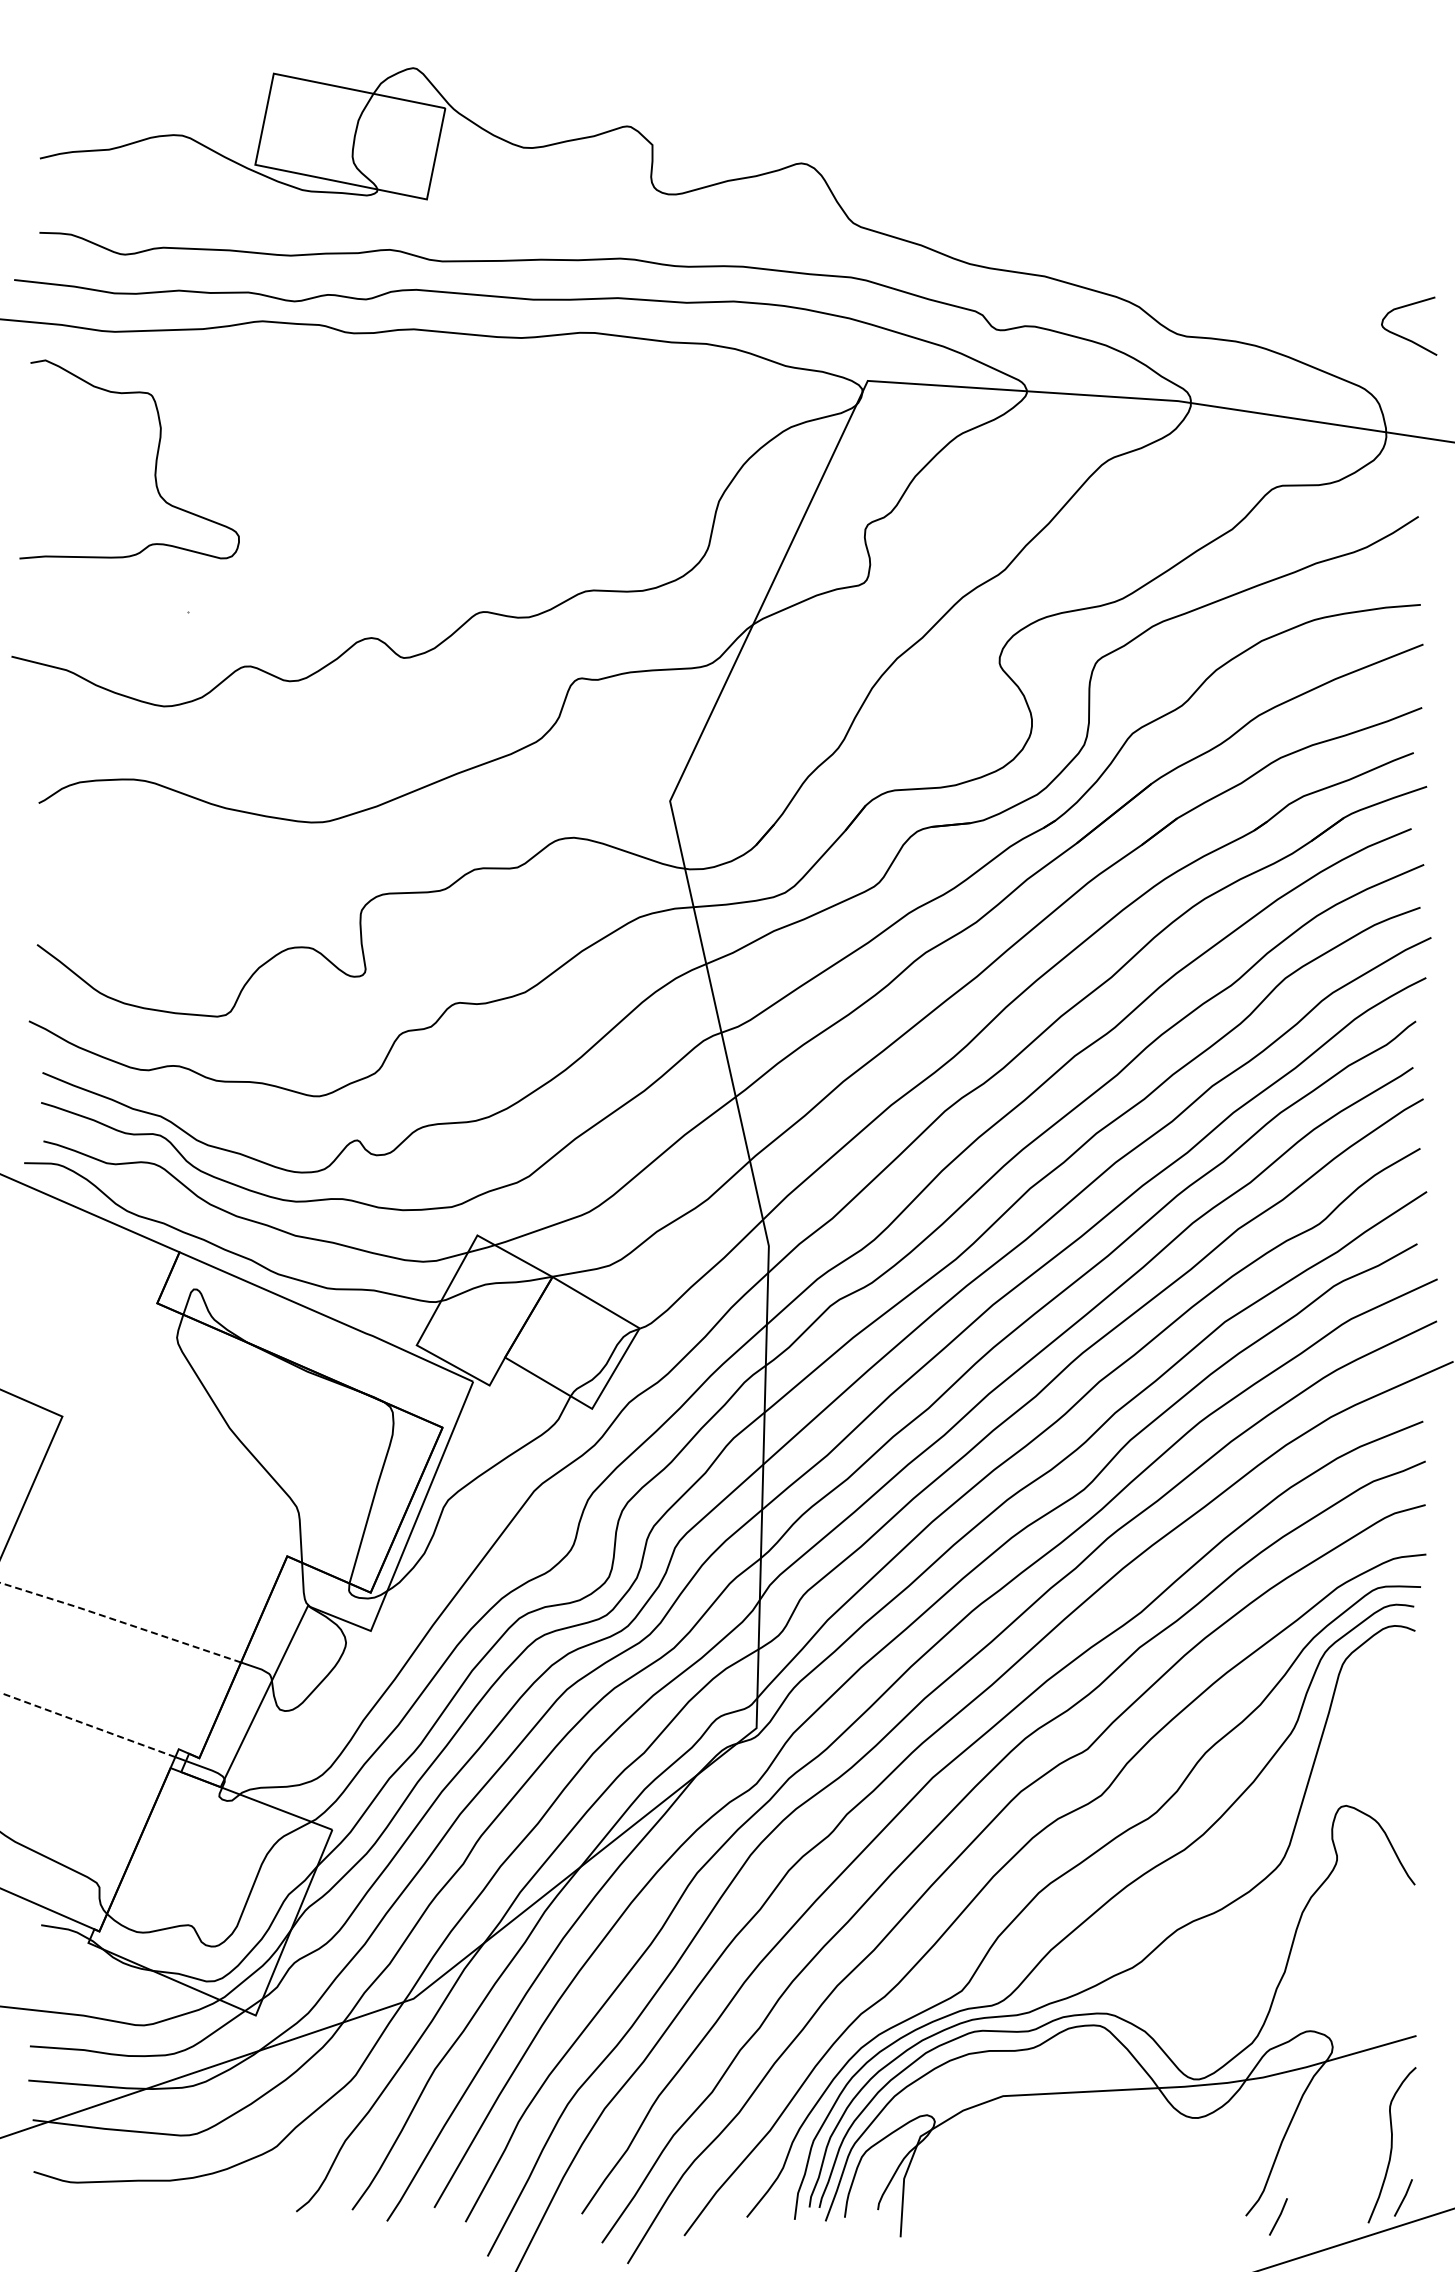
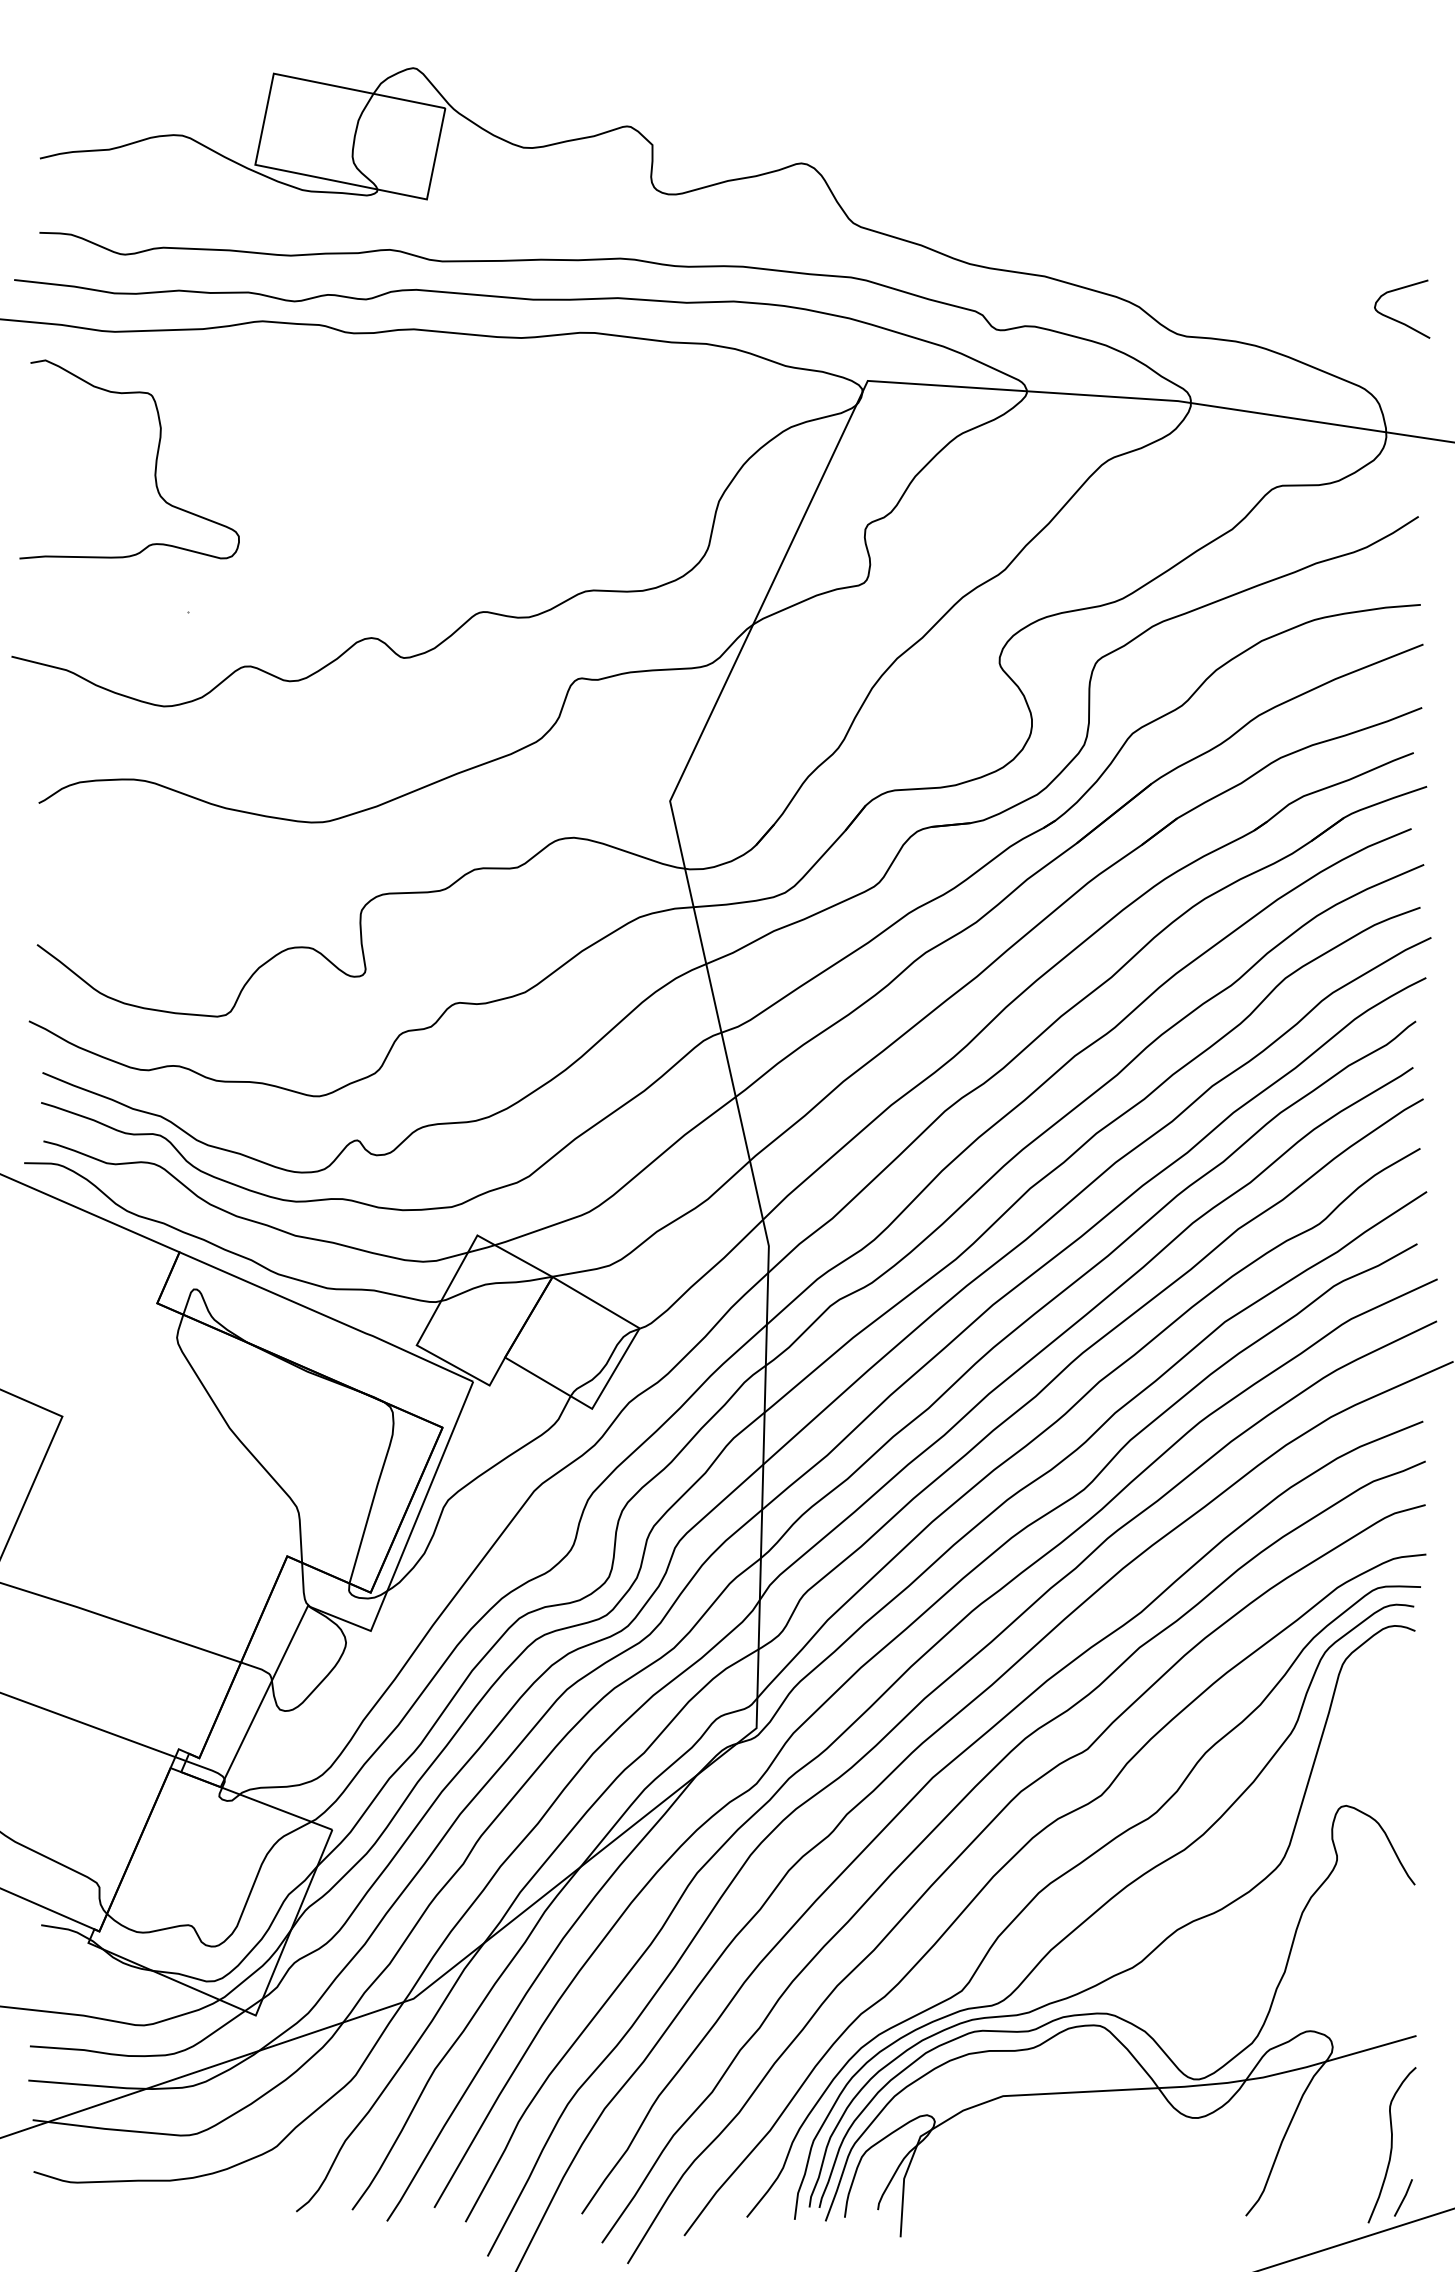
curve at (1403, 336) position: (1403, 336) -> (1396, 319)
line at (120, 1621): dashed -> solid
line at (87, 1724): dashed -> solid
line at (1278, 2216): present -> none
